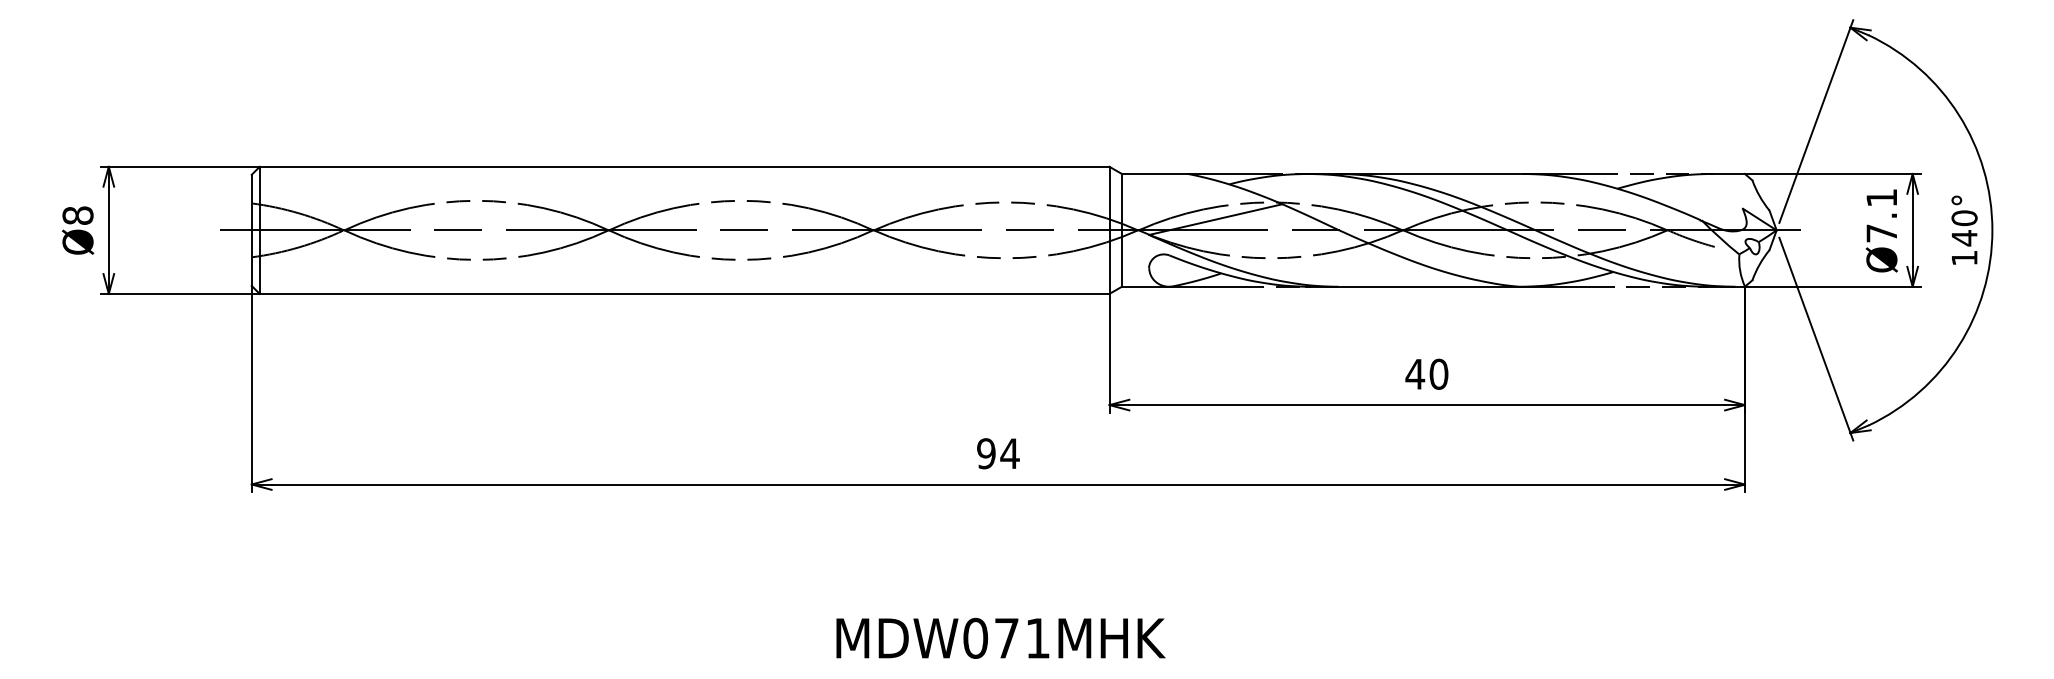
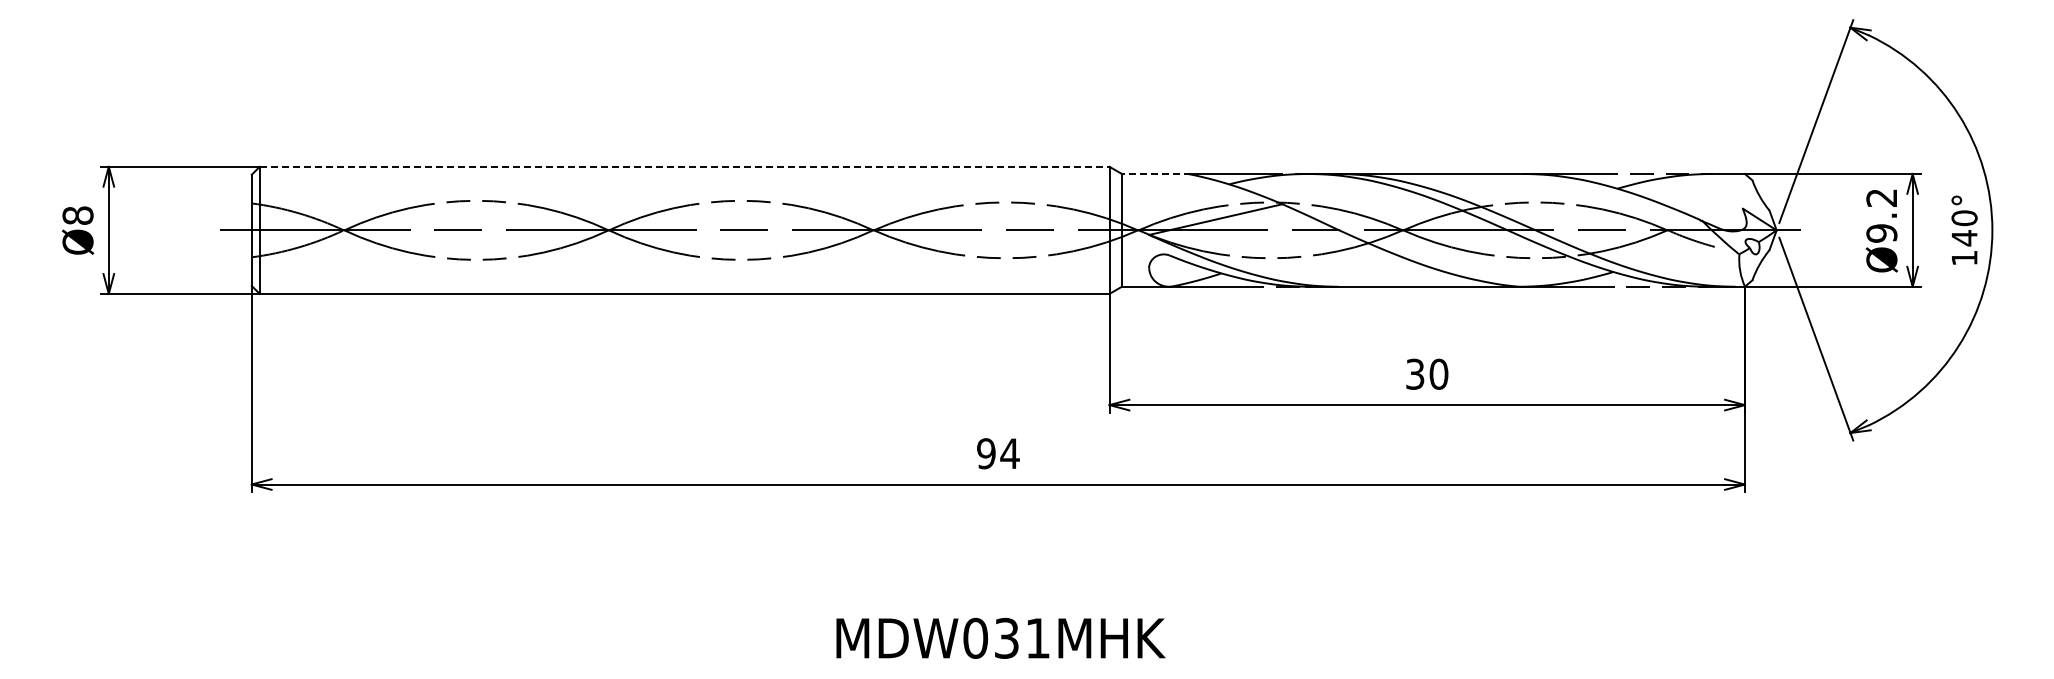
line at (684, 166): solid -> dashed
line at (1156, 173): solid -> dashed
text at (1881, 215): Ø7.1 -> Ø9.2
text at (1415, 373): 40 -> 30
text at (1006, 637): MDW071MHK -> MDW031MHK
